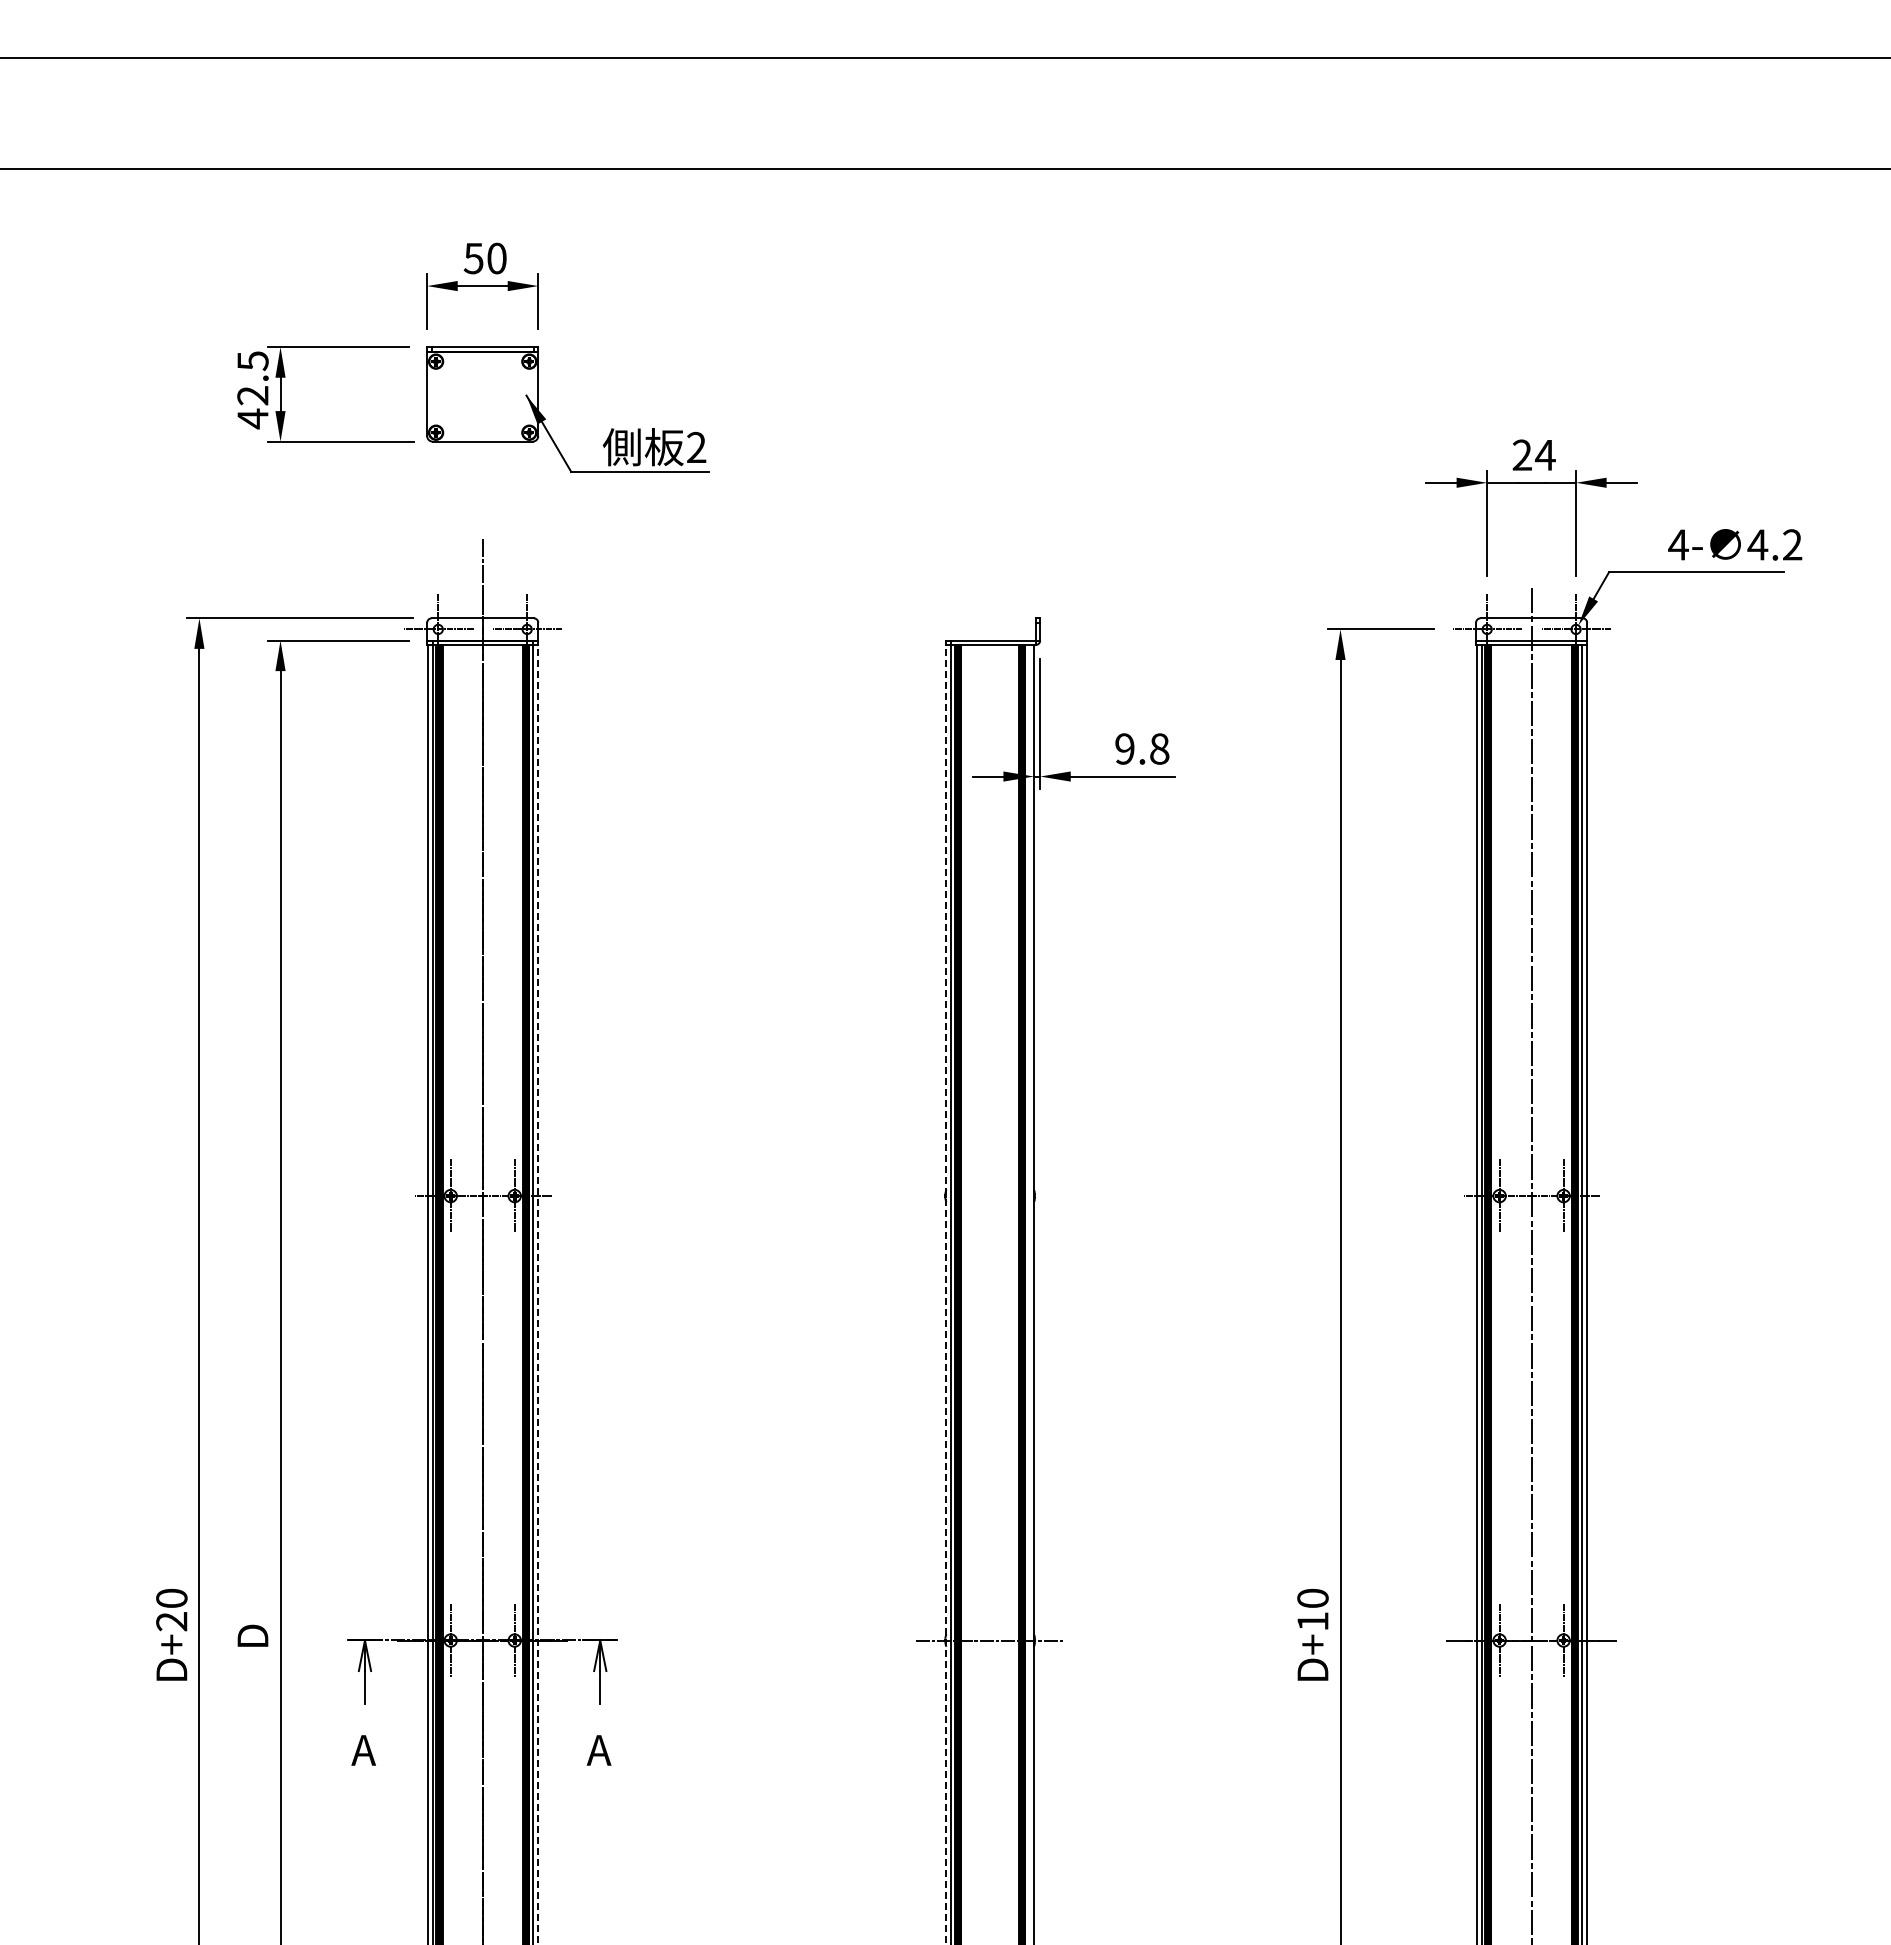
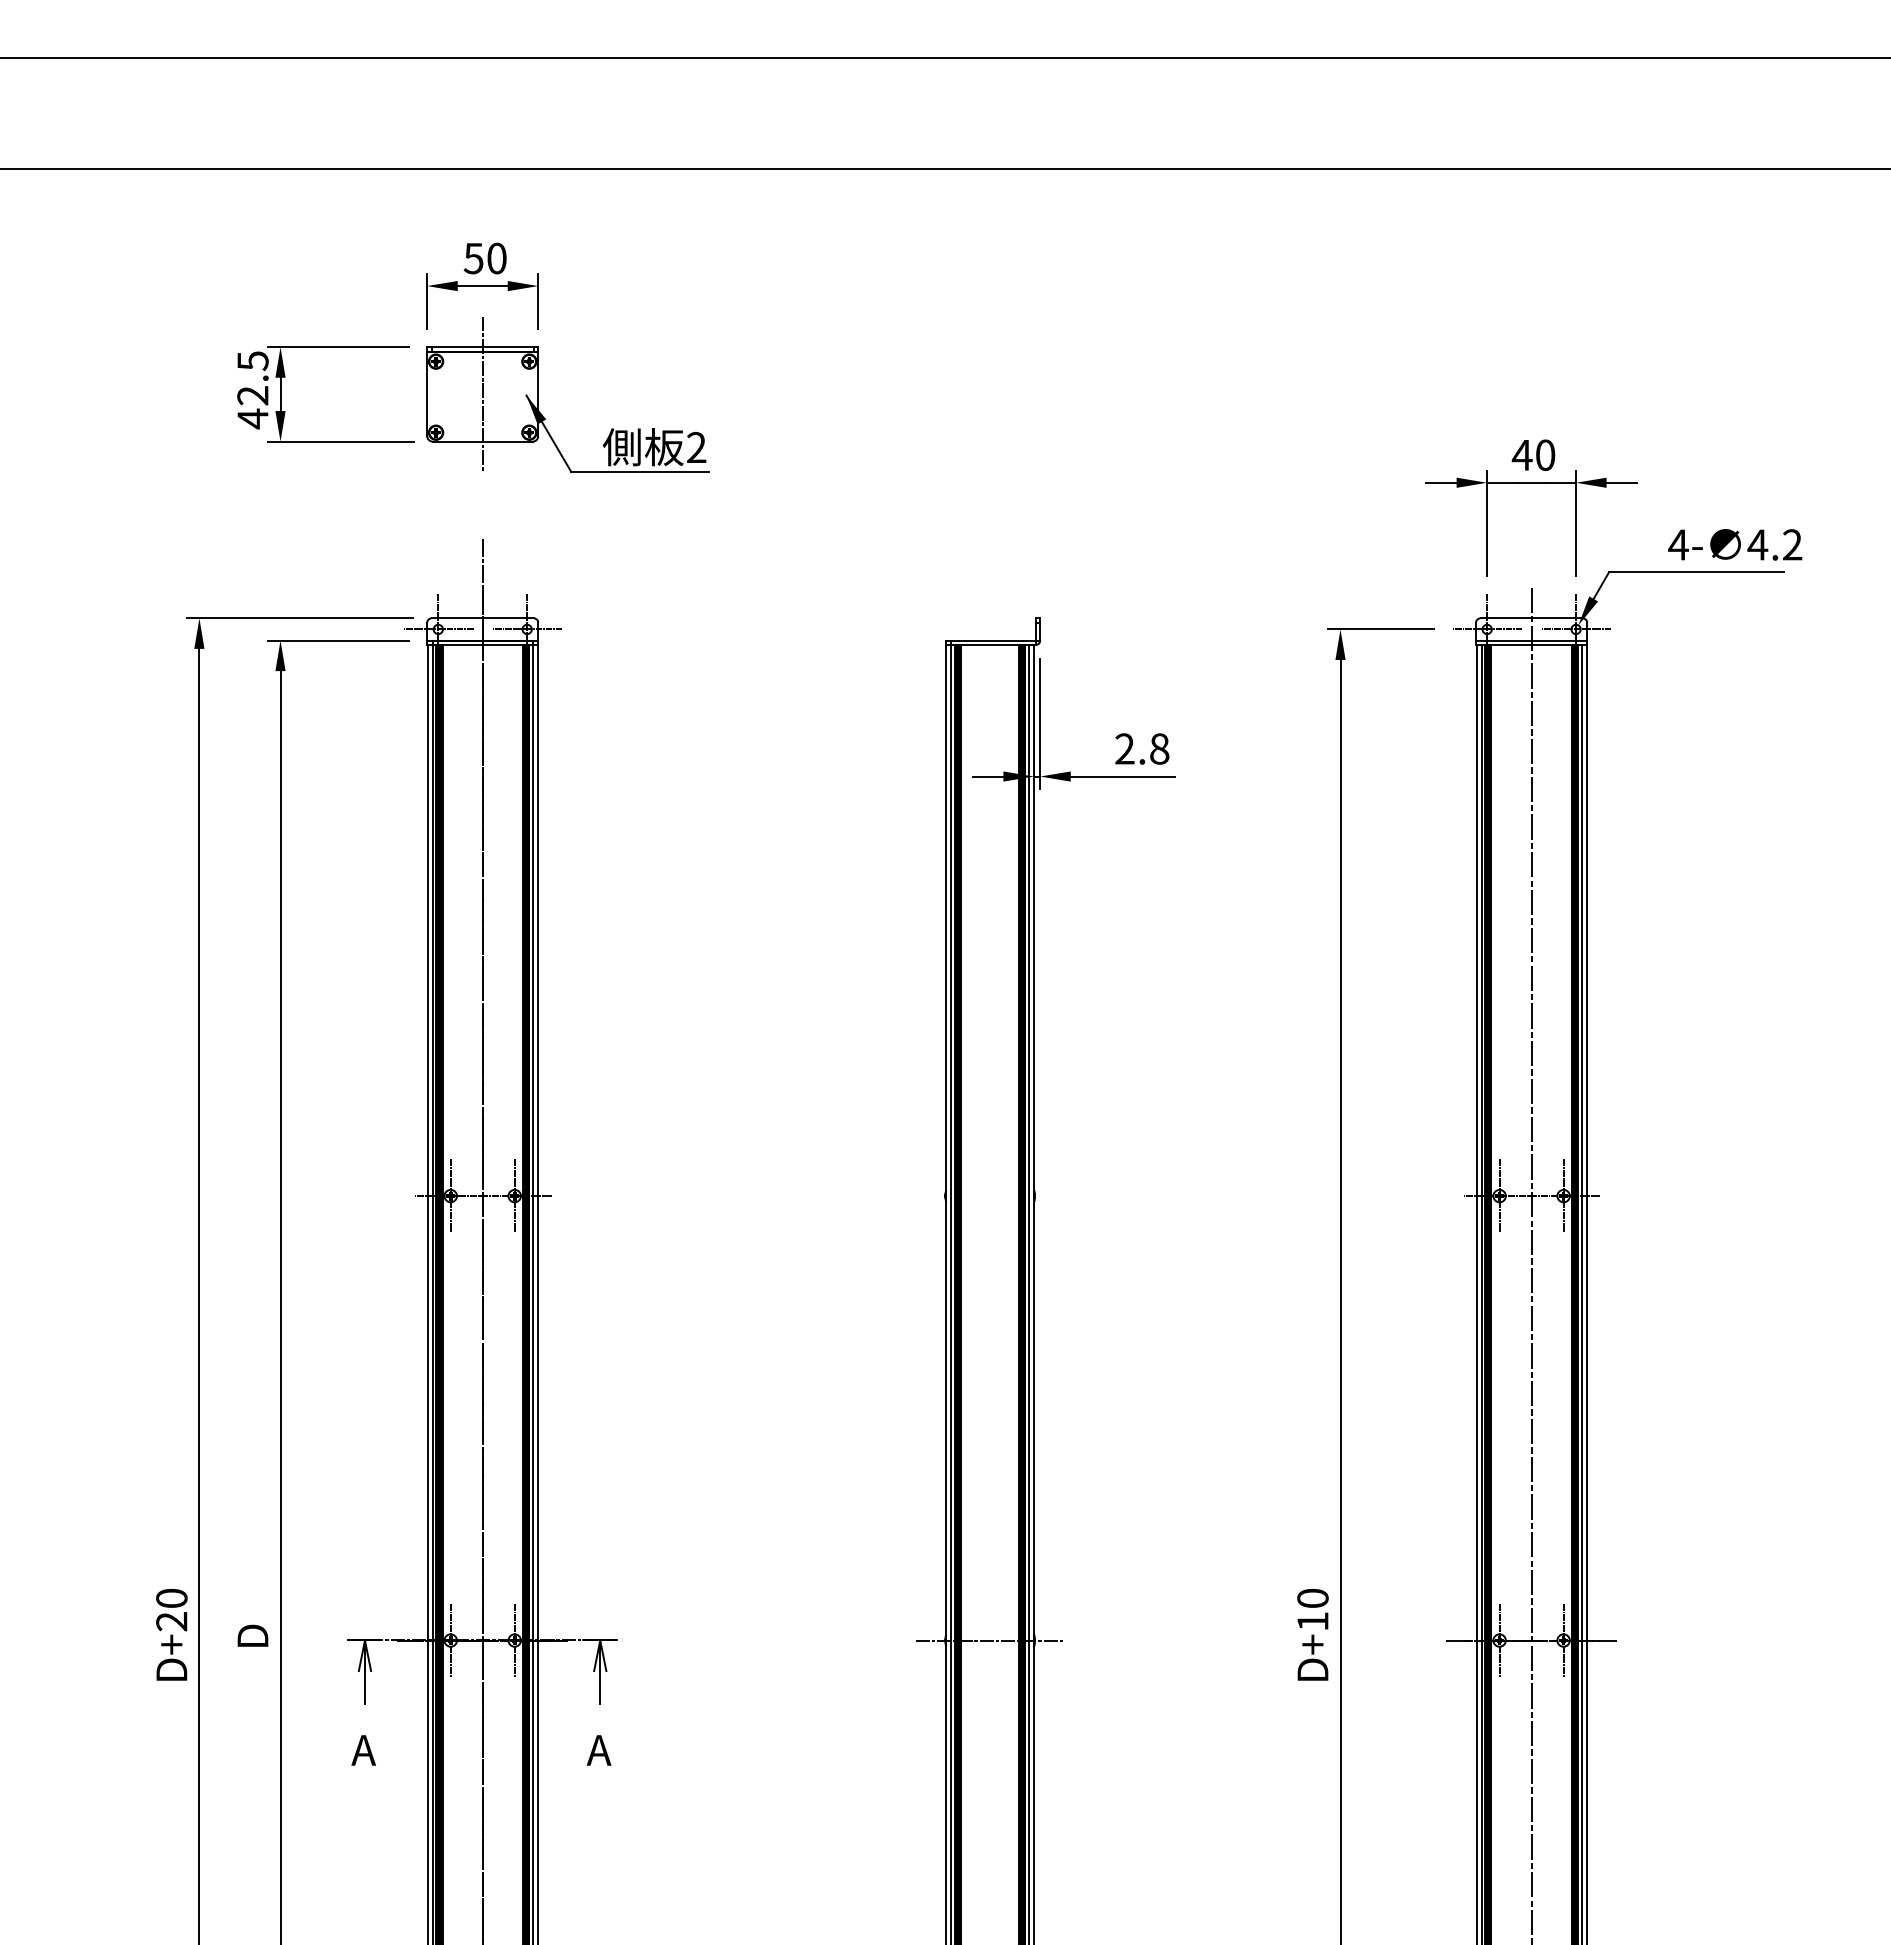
line at (482, 394): none -> present
text at (1533, 455): 24 -> 40
text at (1124, 748): 9.8 -> 2.8
line at (1029, 1293): none -> present
line at (537, 1294): dashed -> solid
line at (946, 1294): dashed -> solid
